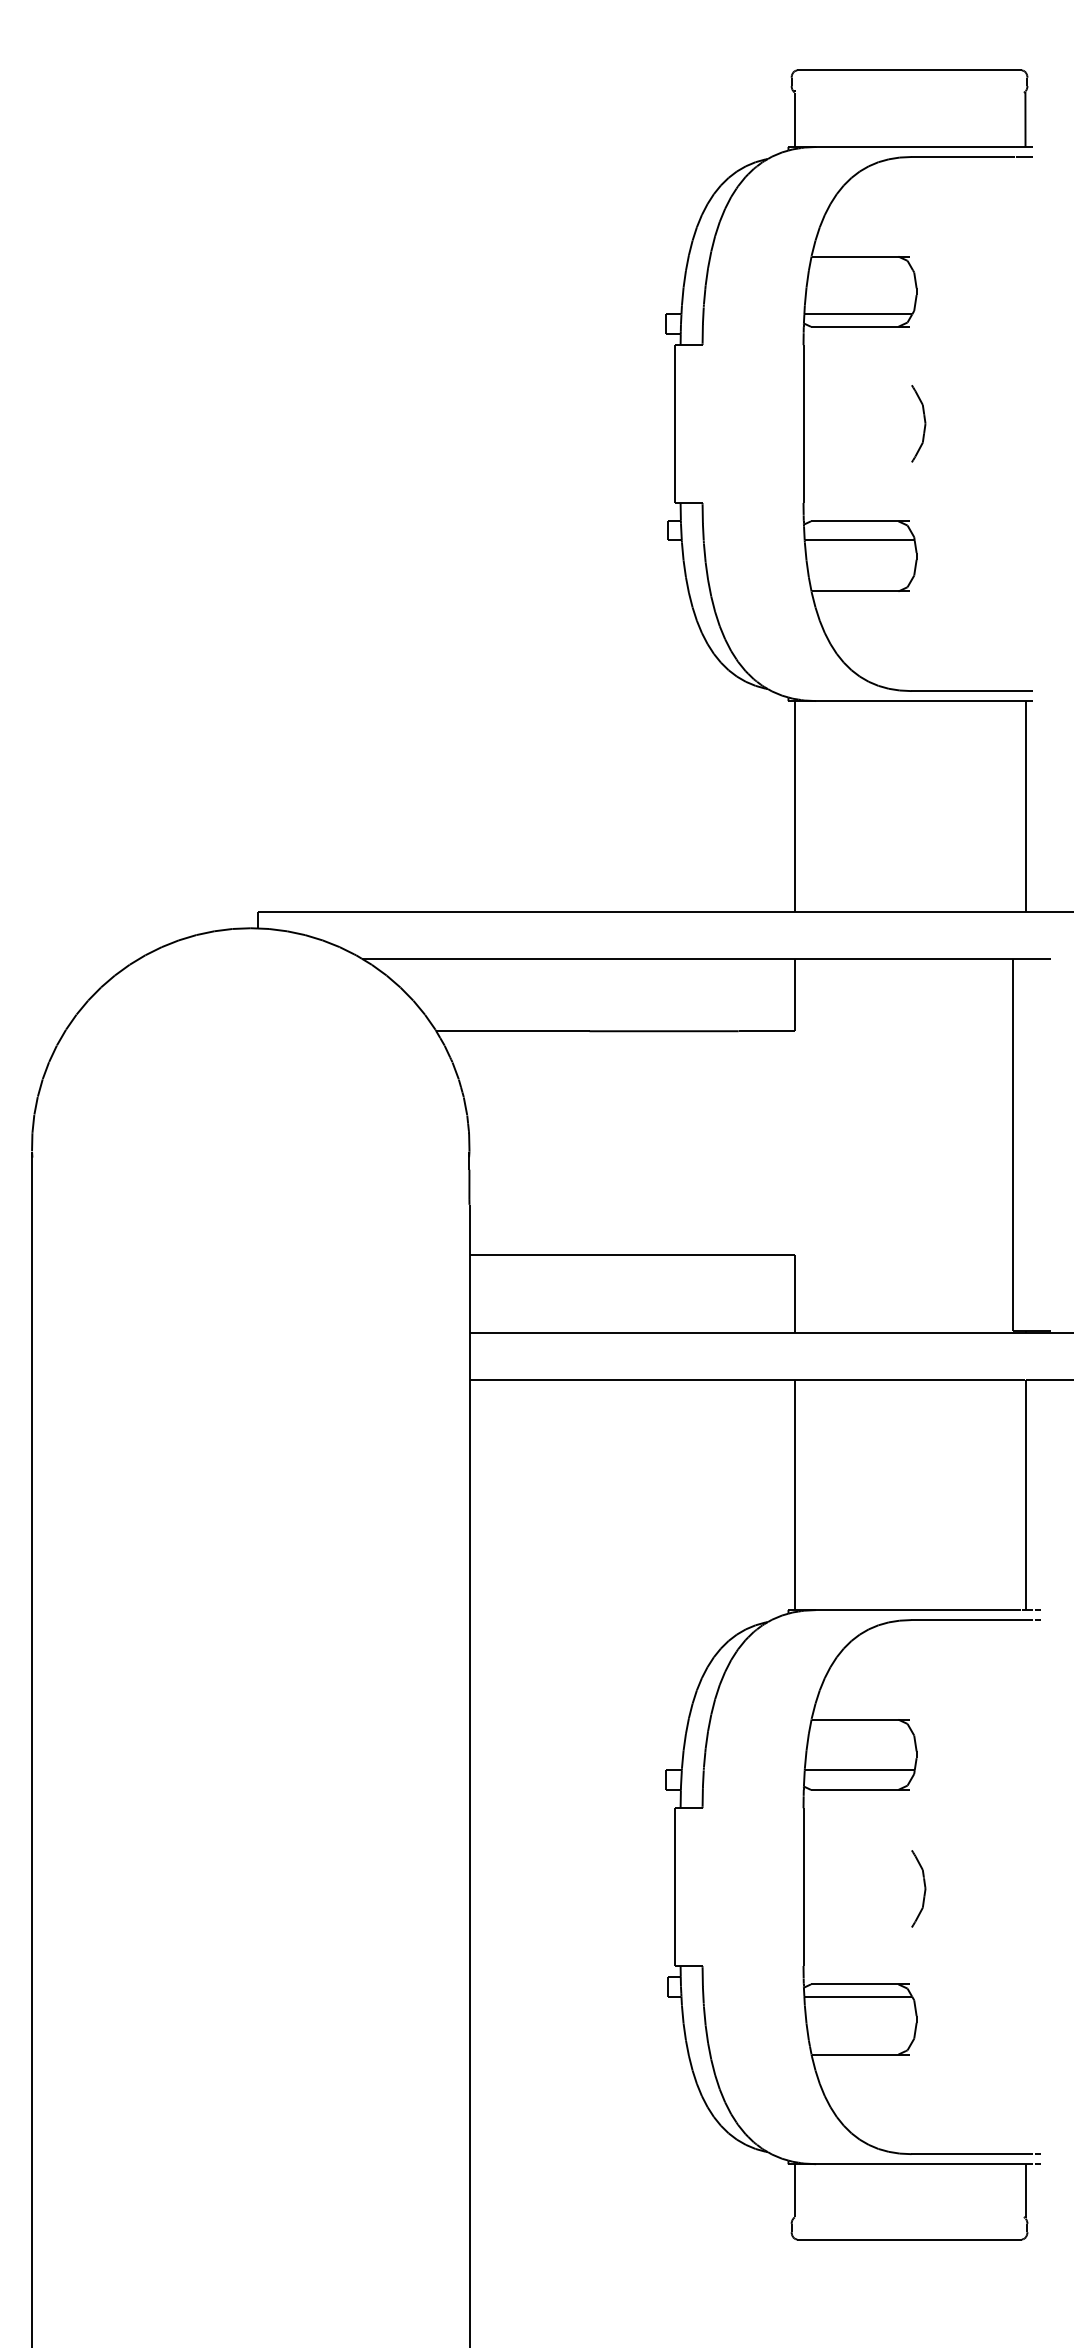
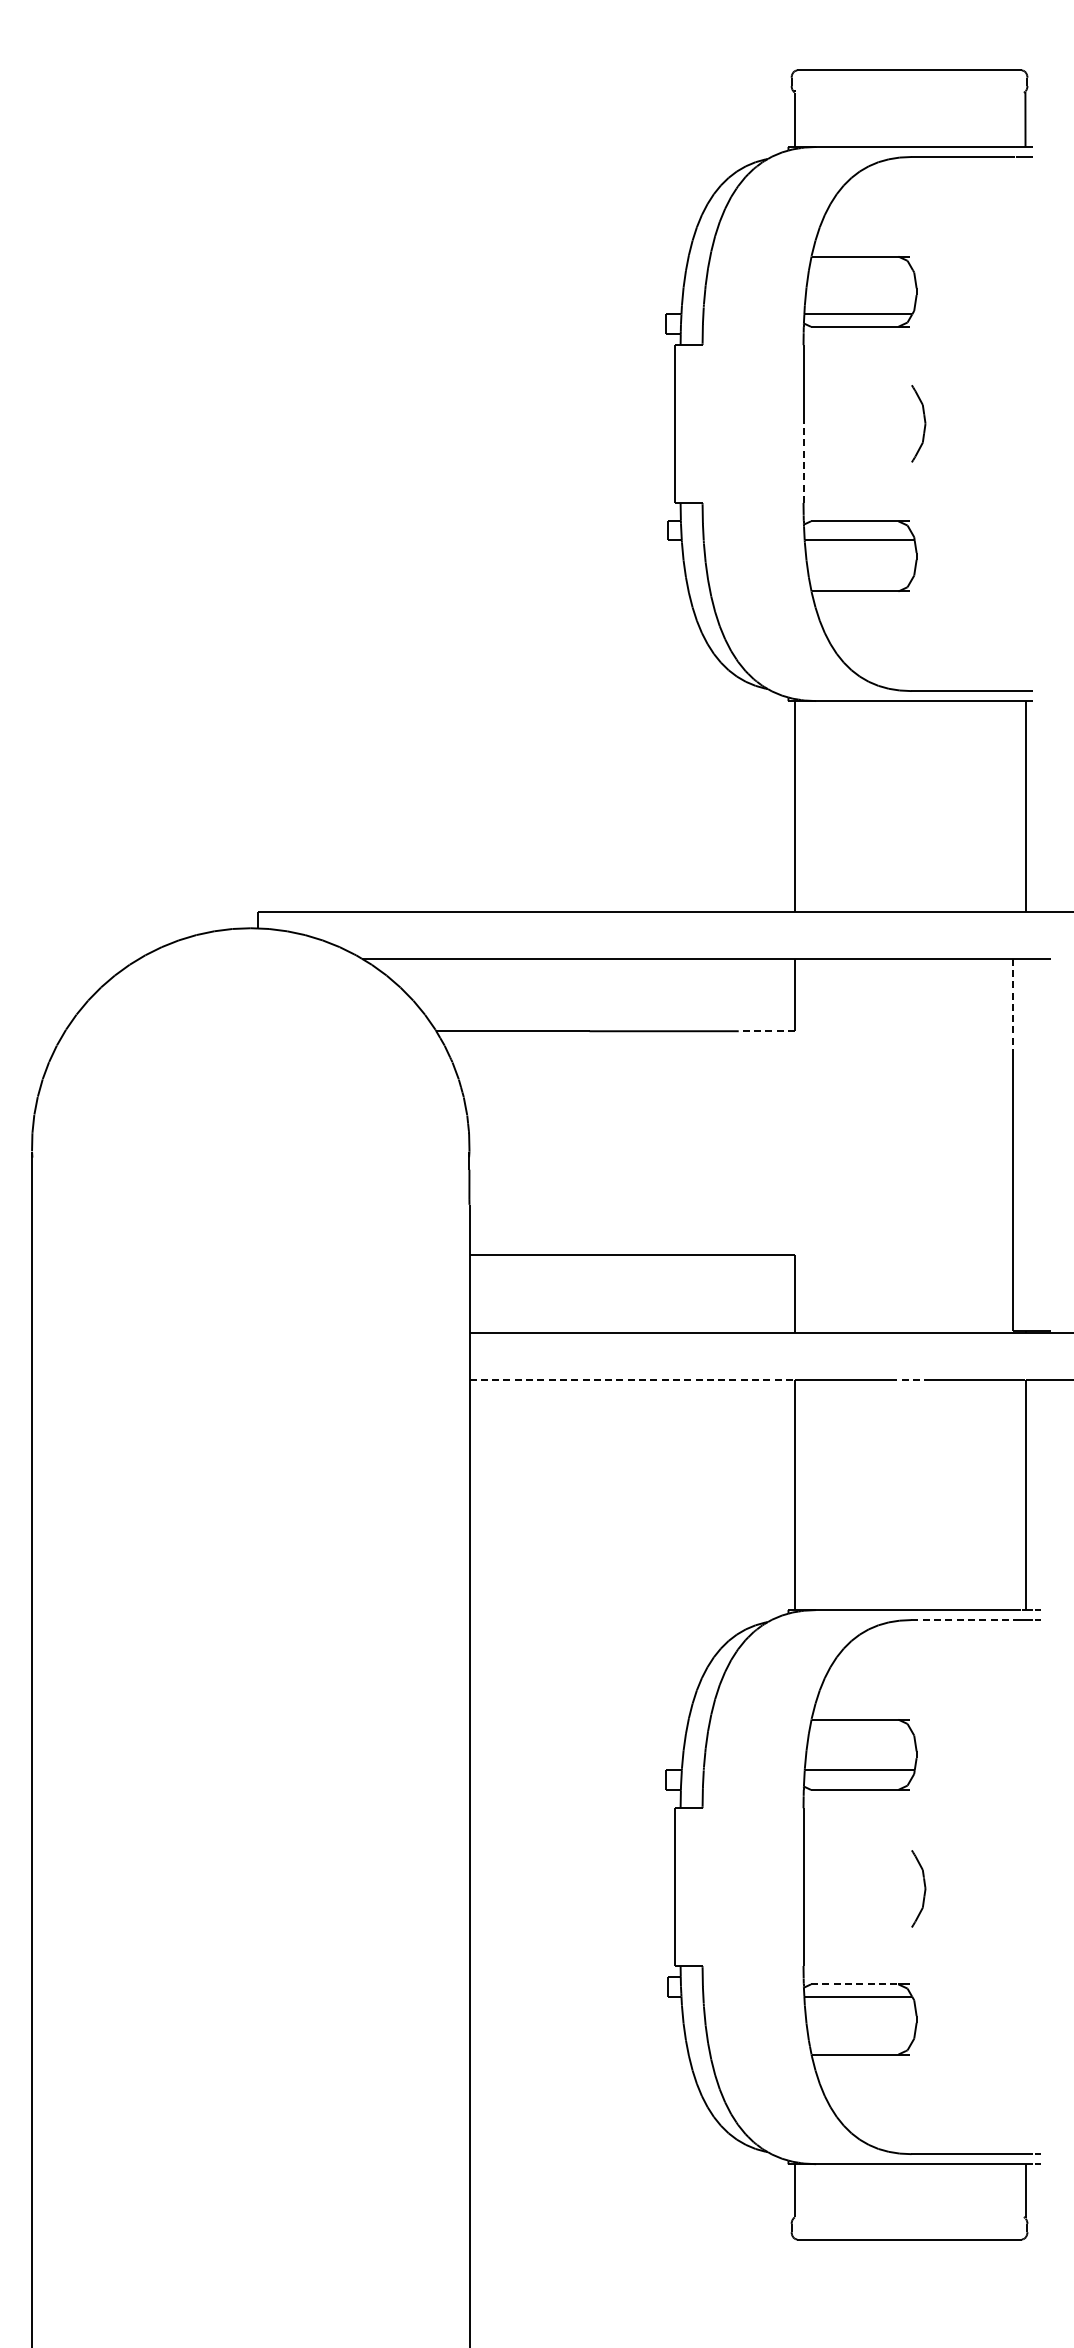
line at (803, 463): solid -> dashed
line at (1013, 1007): solid -> dashed
line at (766, 1031): solid -> dashed
line at (632, 1380): solid -> dashed
line at (910, 1380): solid -> dashed
line at (962, 1620): solid -> dashed
line at (854, 1984): solid -> dashed
